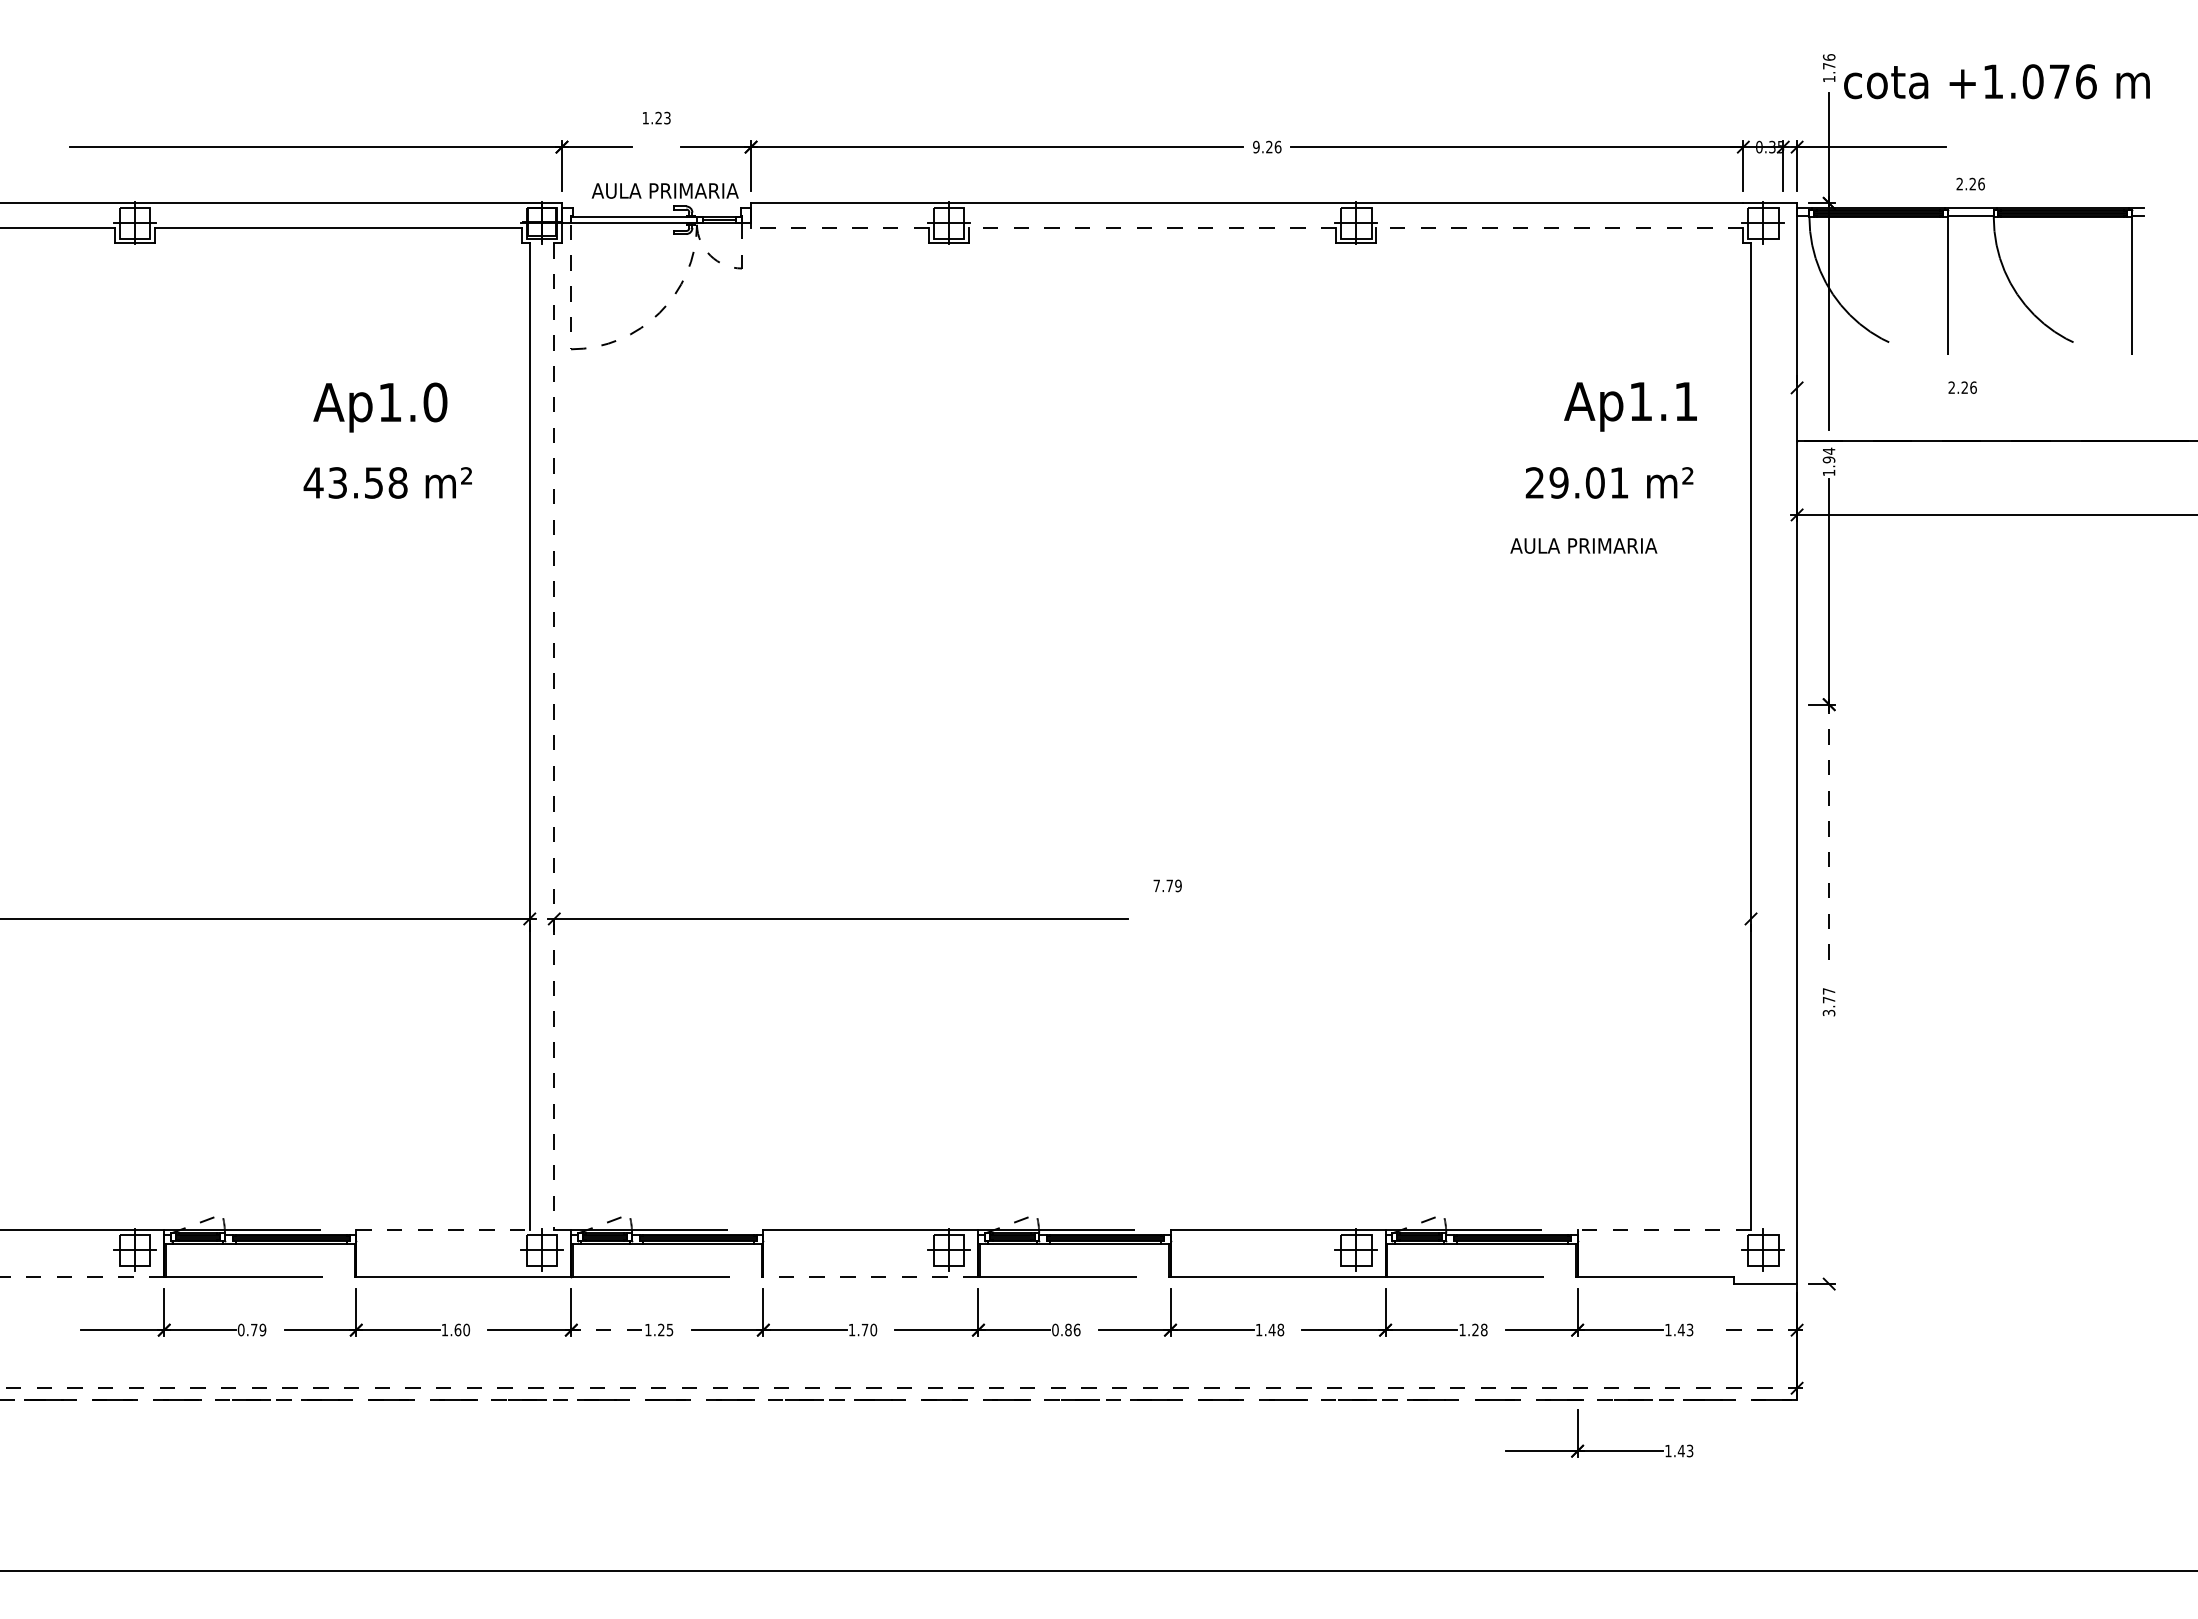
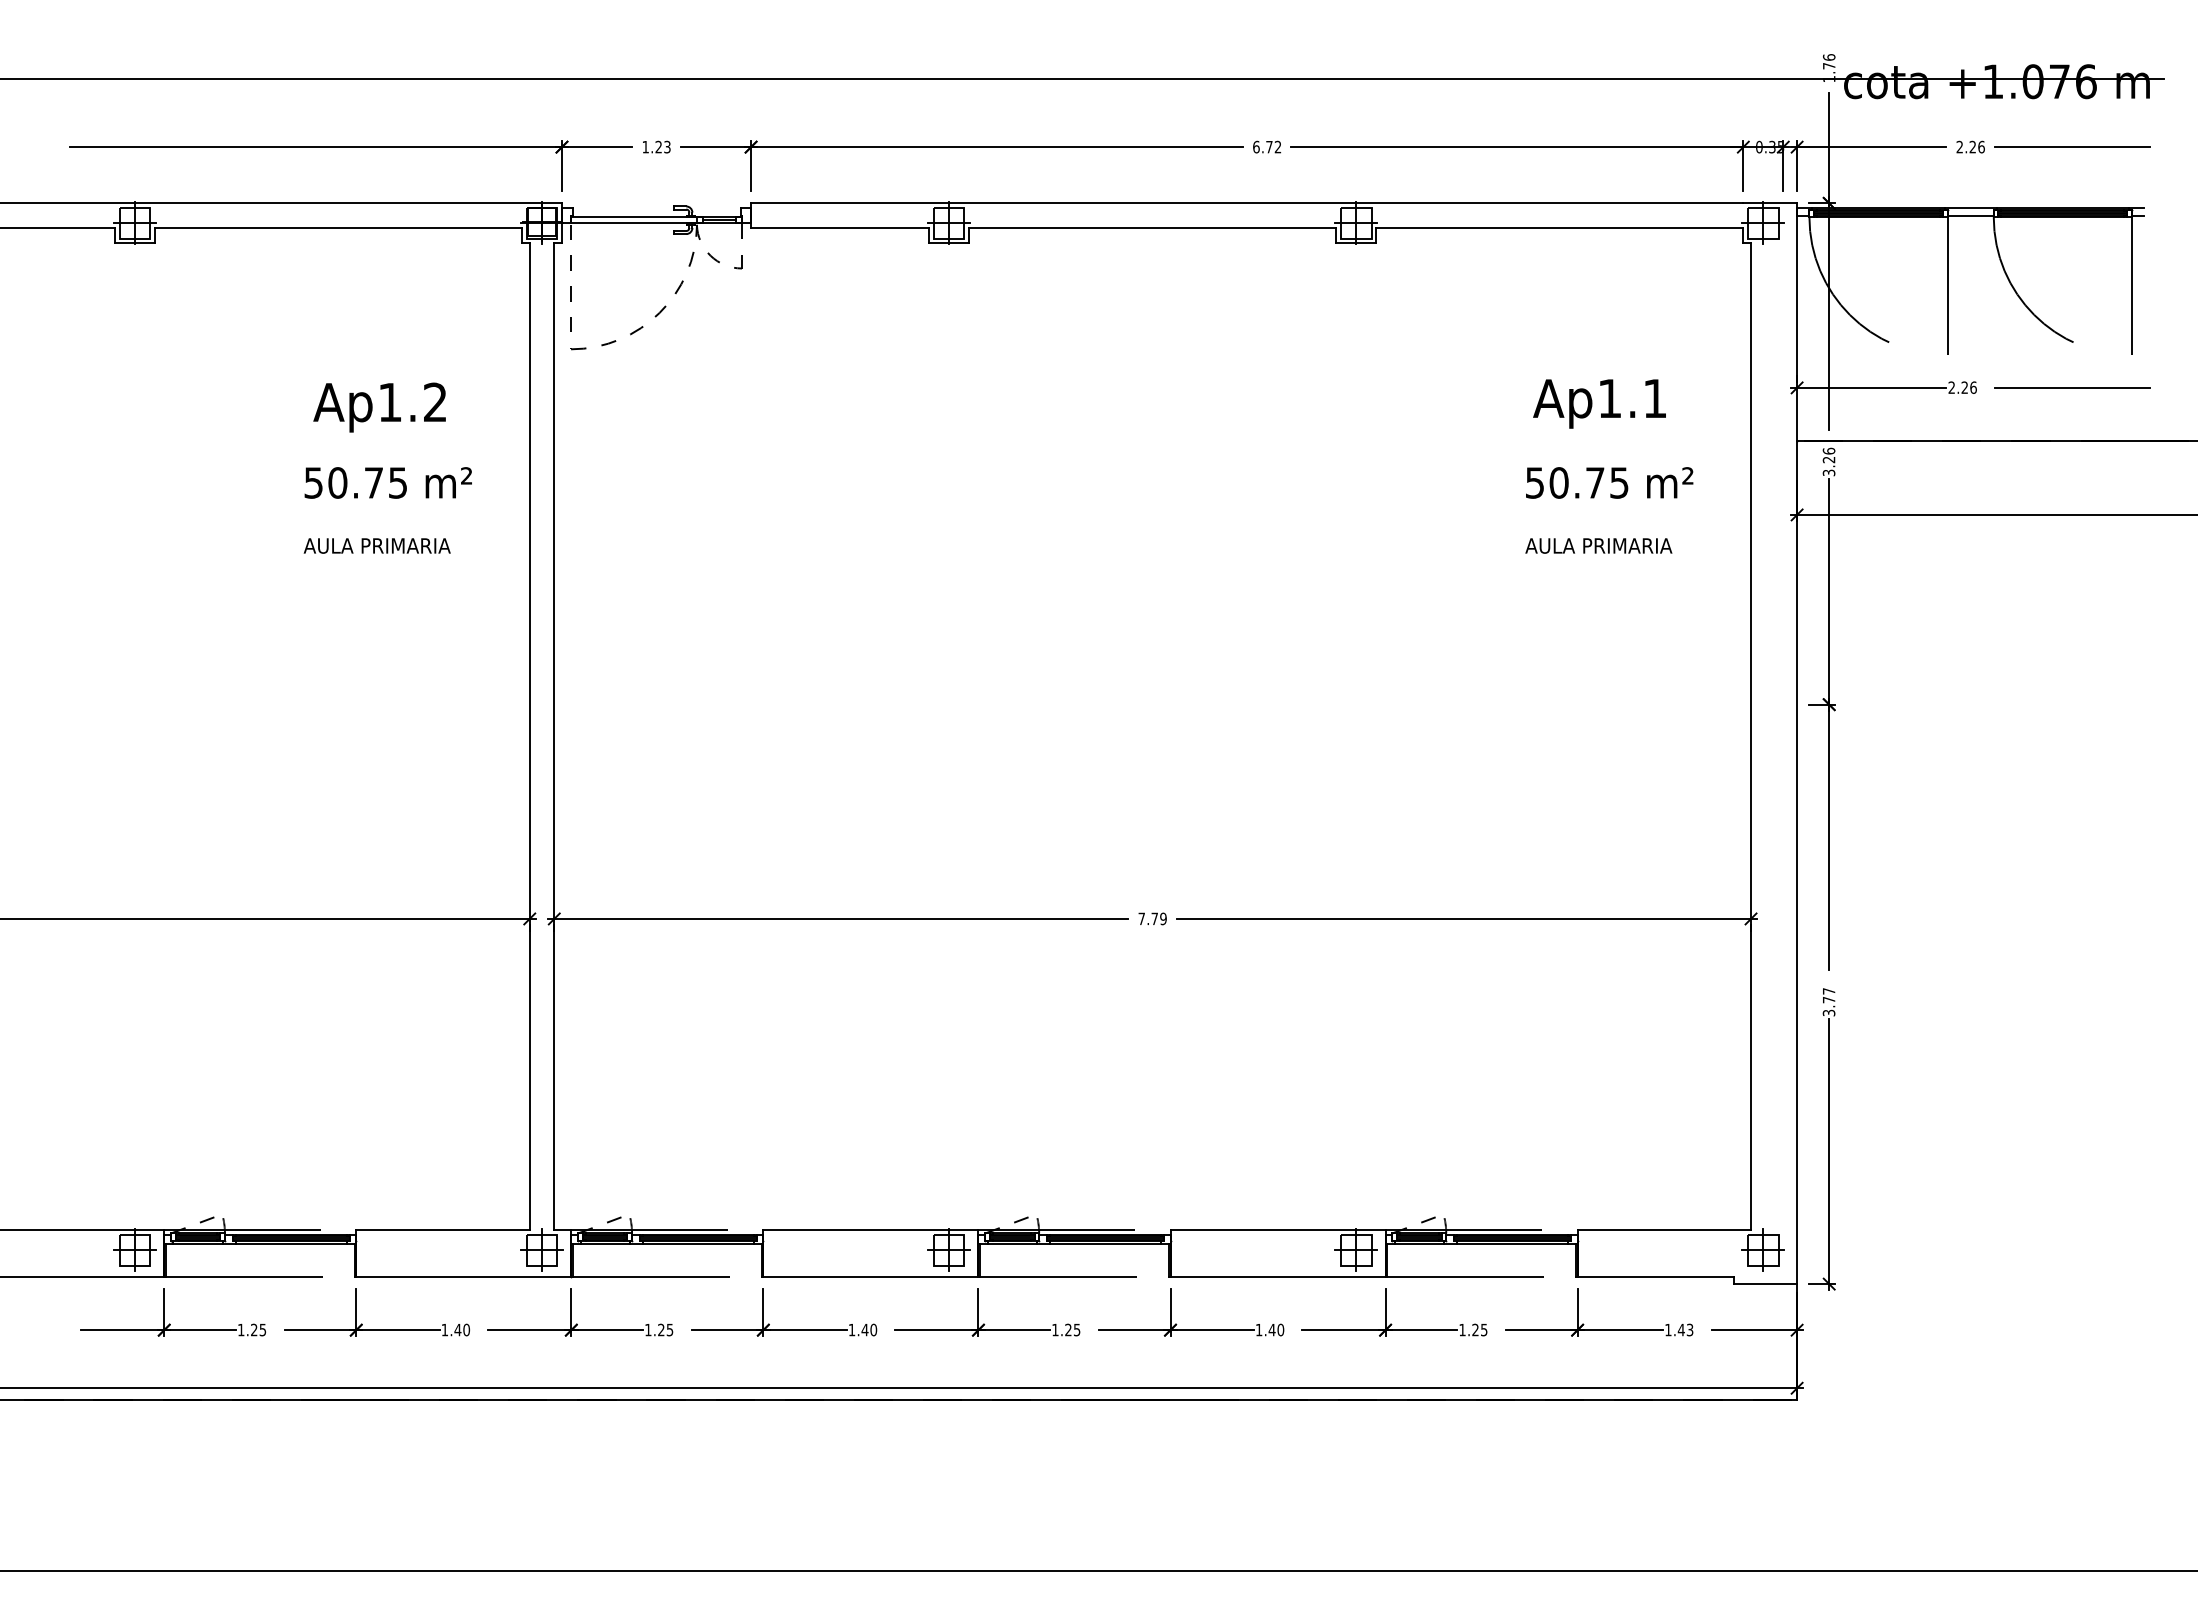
line at (1083, 78): none -> present
text at (656, 117) position: (656, 117) -> (656, 146)
text at (1267, 146): 9.26 -> 6.72
line at (2072, 147): none -> present
text at (1970, 183) position: (1970, 183) -> (1970, 146)
text at (664, 190) position: (664, 190) -> (376, 545)
line at (839, 227): dashed -> solid
line at (1152, 227): dashed -> solid
line at (1559, 227): dashed -> solid
line at (1868, 387): none -> present
line at (2072, 387): none -> present
text at (435, 402): Ap1.0 -> Ap1.2
text at (1630, 406) position: (1630, 406) -> (1599, 403)
text at (1828, 461): 1.94 -> 3.26
text at (355, 482): 43.58 -> 50.75
text at (1576, 482): 29.01 -> 50.75
text at (1583, 545) position: (1583, 545) -> (1598, 545)
line at (554, 736): dashed -> solid
line at (1829, 834): dashed -> solid
text at (1167, 885) position: (1167, 885) -> (1152, 918)
line at (1467, 918): none -> present
line at (1829, 1154): none -> present
line at (443, 1230): dashed -> solid
line at (1664, 1230): dashed -> solid
line at (82, 1277): dashed -> solid
line at (870, 1277): dashed -> solid
text at (251, 1329): 0.79 -> 1.25
text at (457, 1329): 1.60 -> 1.40
text at (864, 1329): 1.70 -> 1.40
text at (1066, 1329): 0.86 -> 1.25
text at (1280, 1329): 1.48 -> 1.40
text at (1483, 1329): 1.28 -> 1.25
line at (604, 1330): dashed -> solid
line at (1757, 1330): dashed -> solid
line at (901, 1388): dashed -> solid
line at (898, 1400): dashed -> solid
part at (1599, 1450): present -> none
